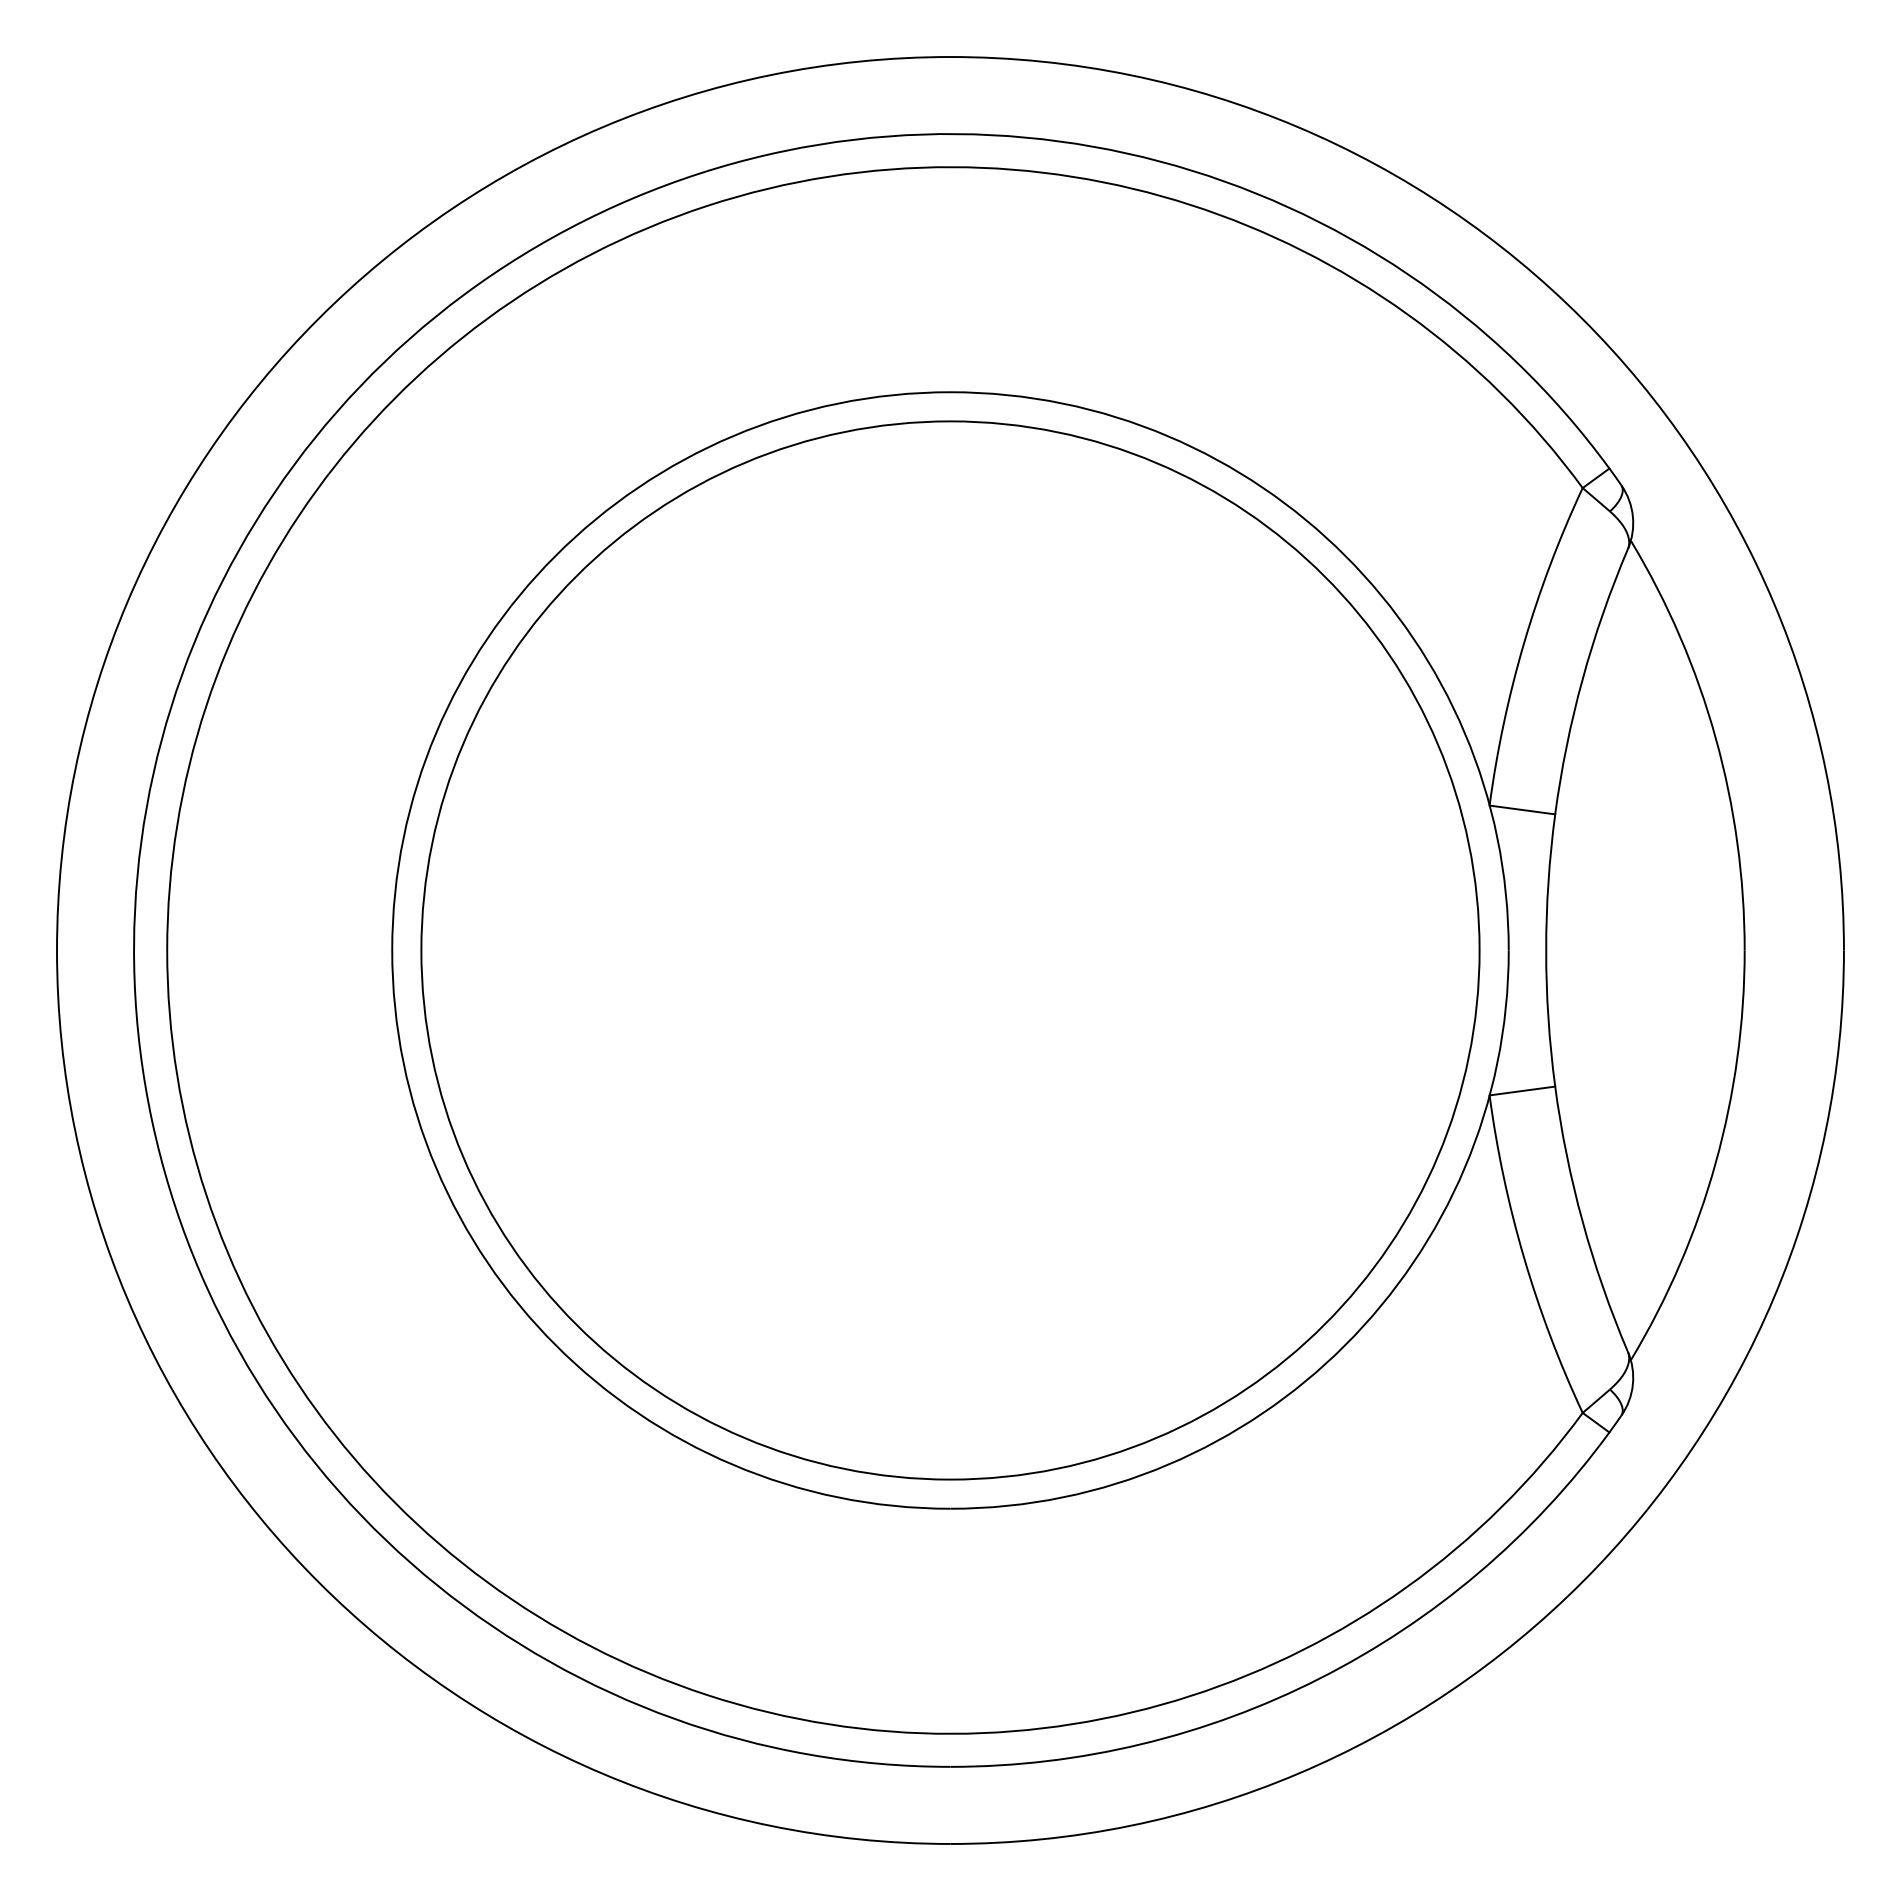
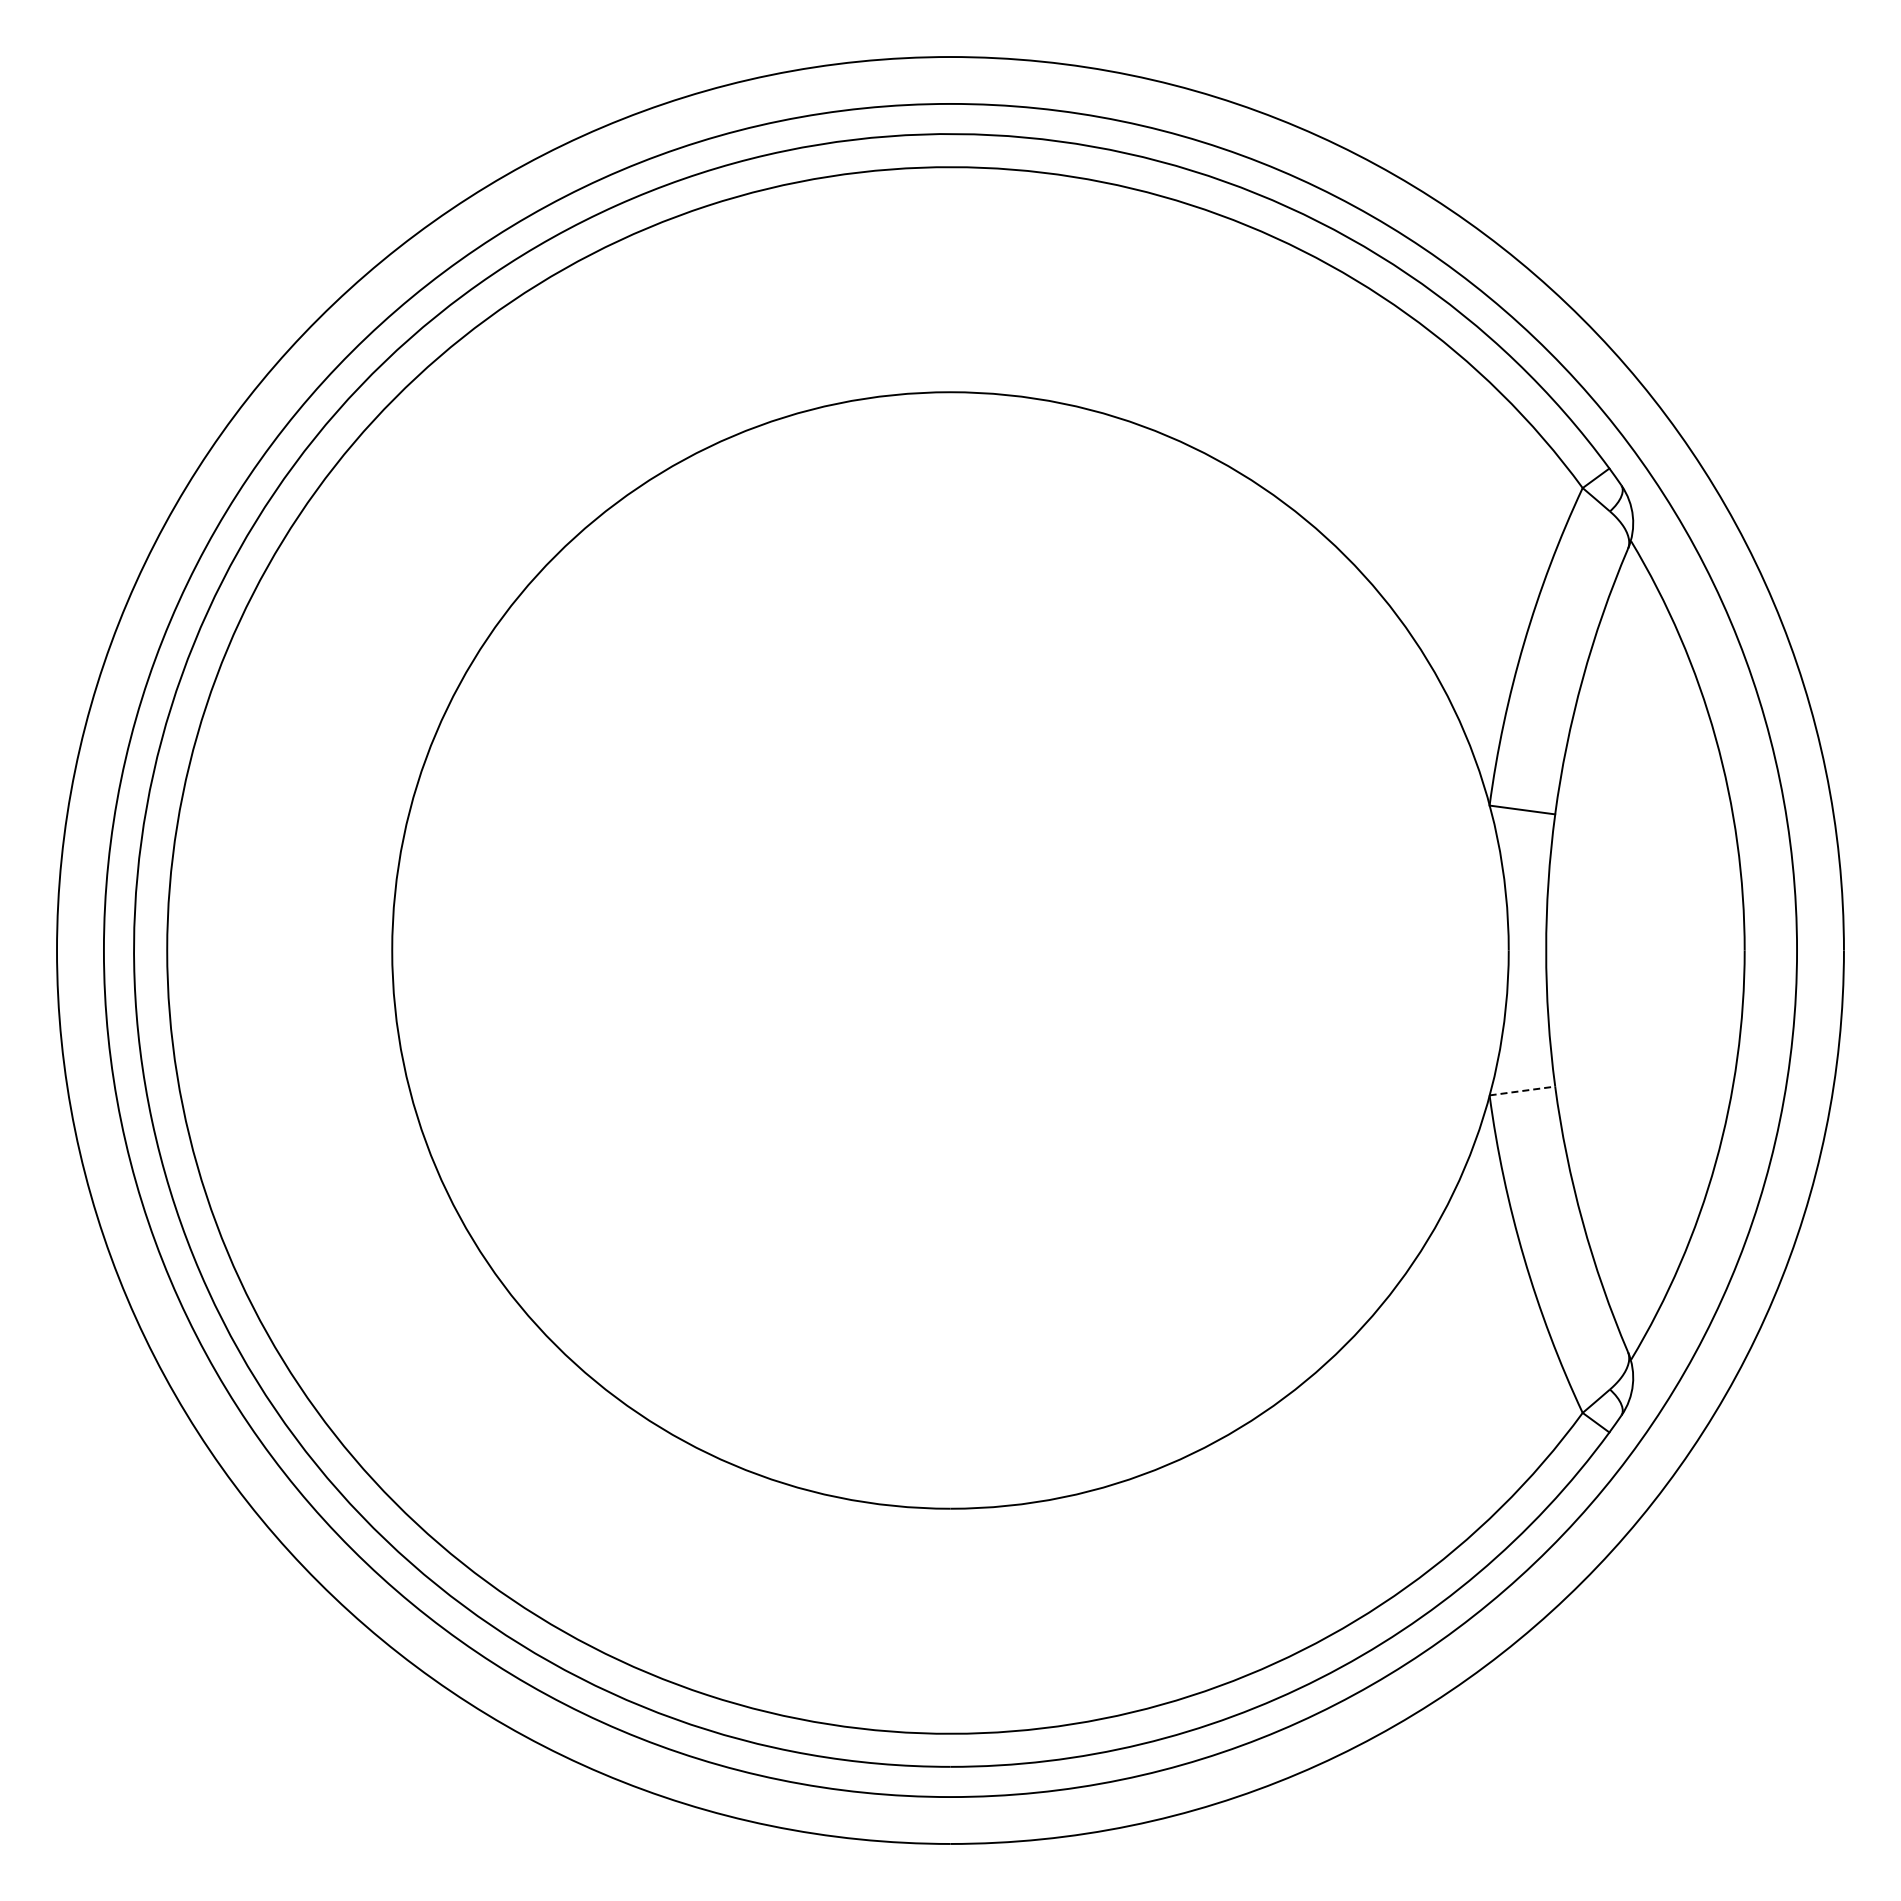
circle at (950, 950) diameter: 1058 px -> 1693 px
line at (1522, 1090): solid -> dashed
